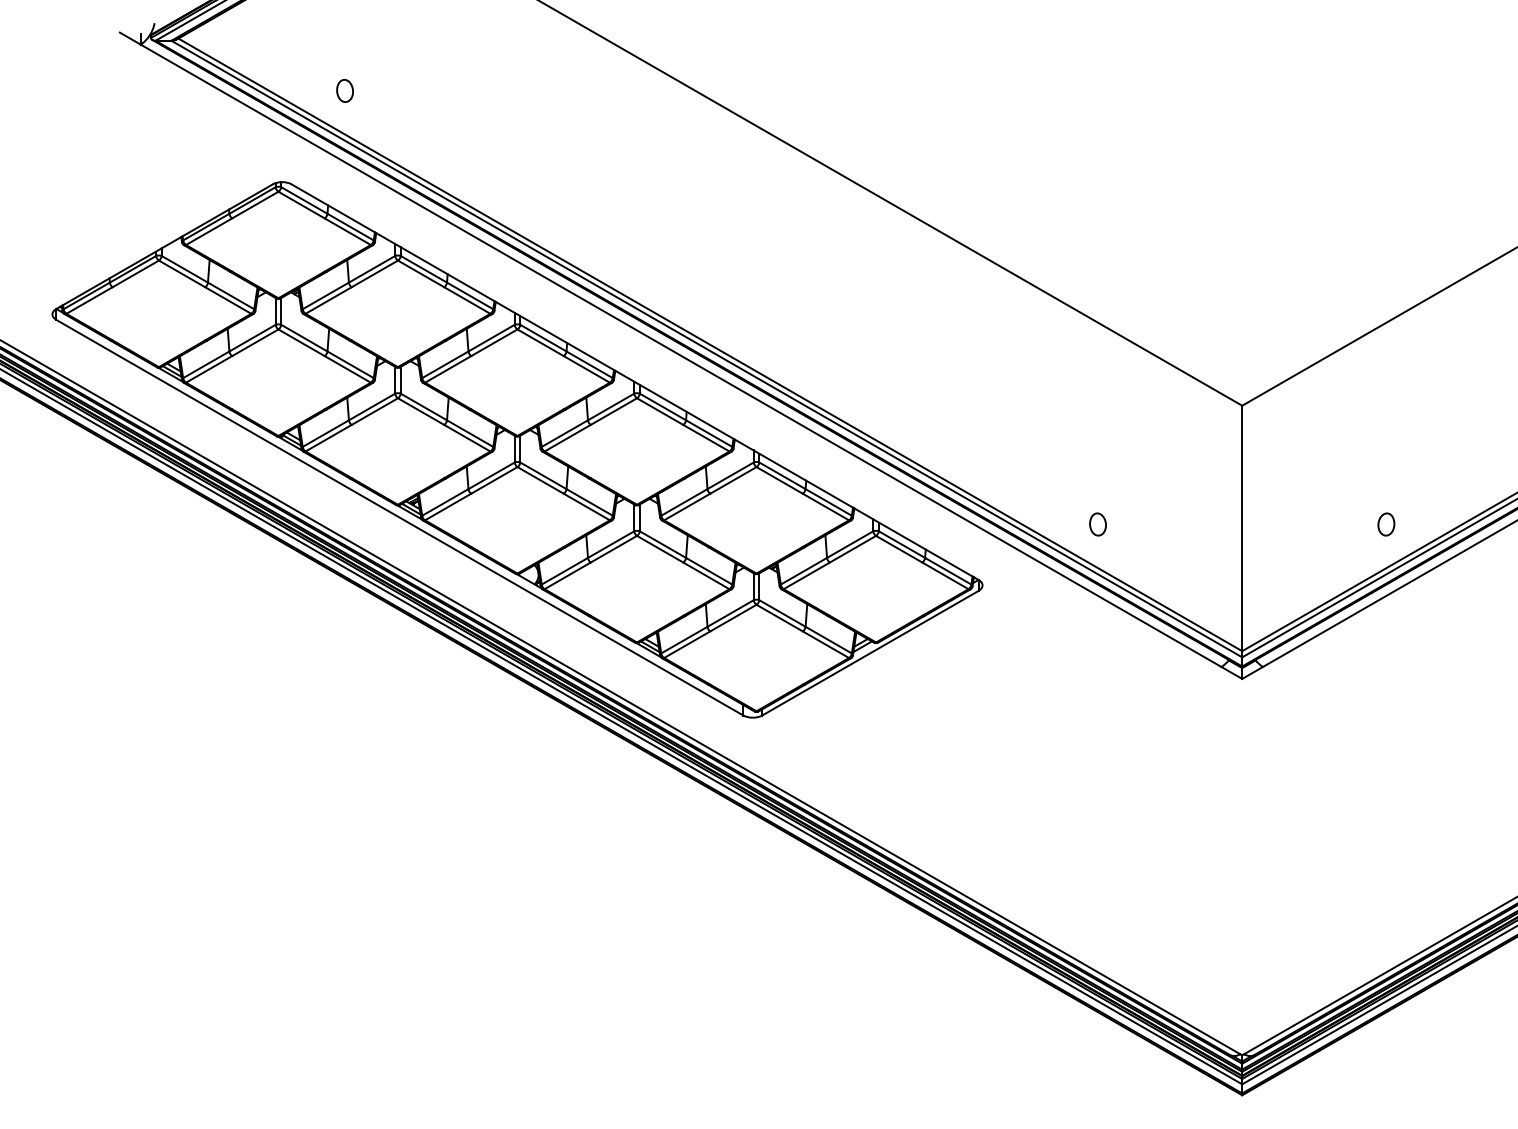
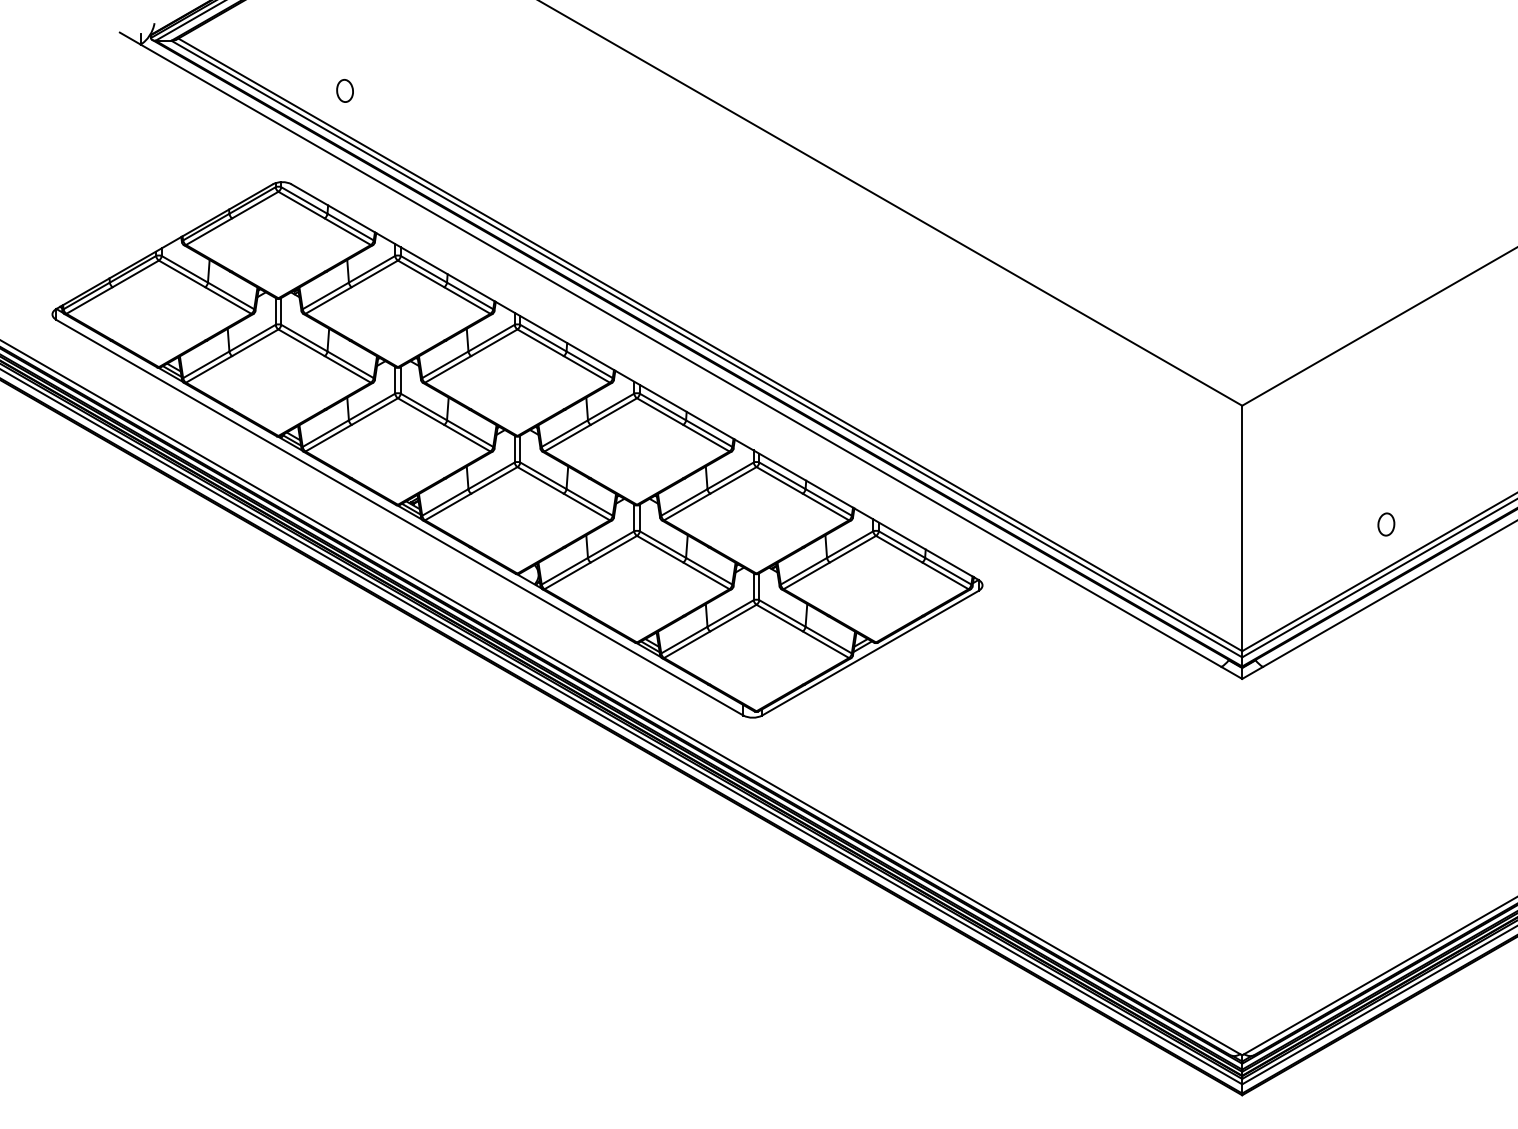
part at (1097, 524): present -> none
